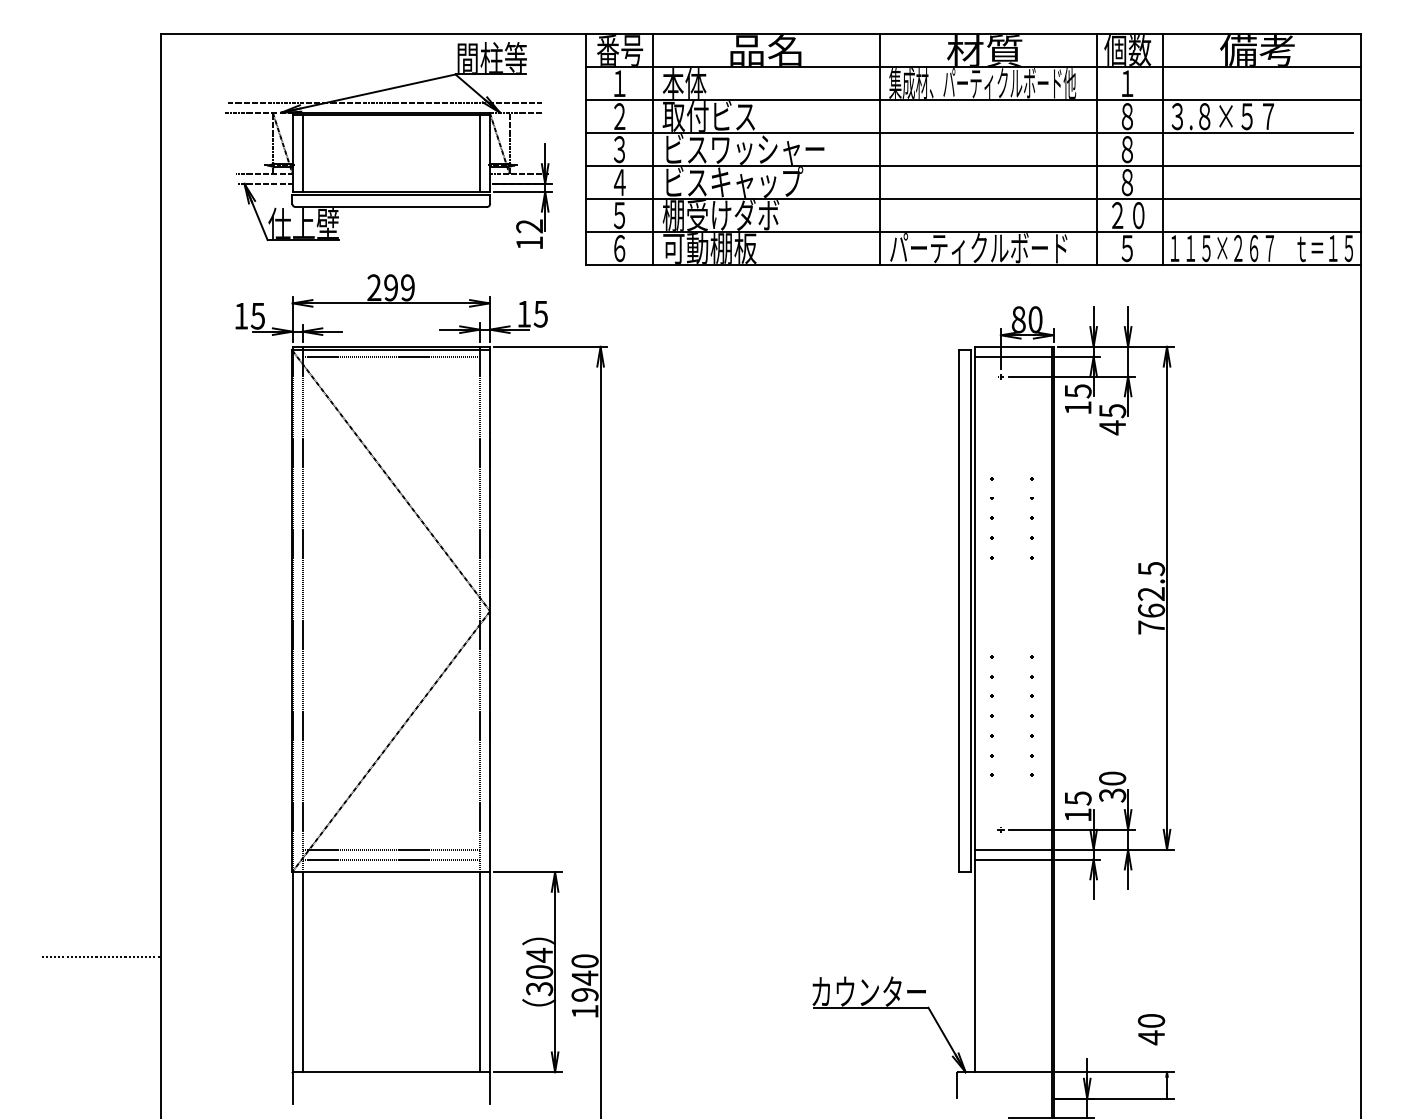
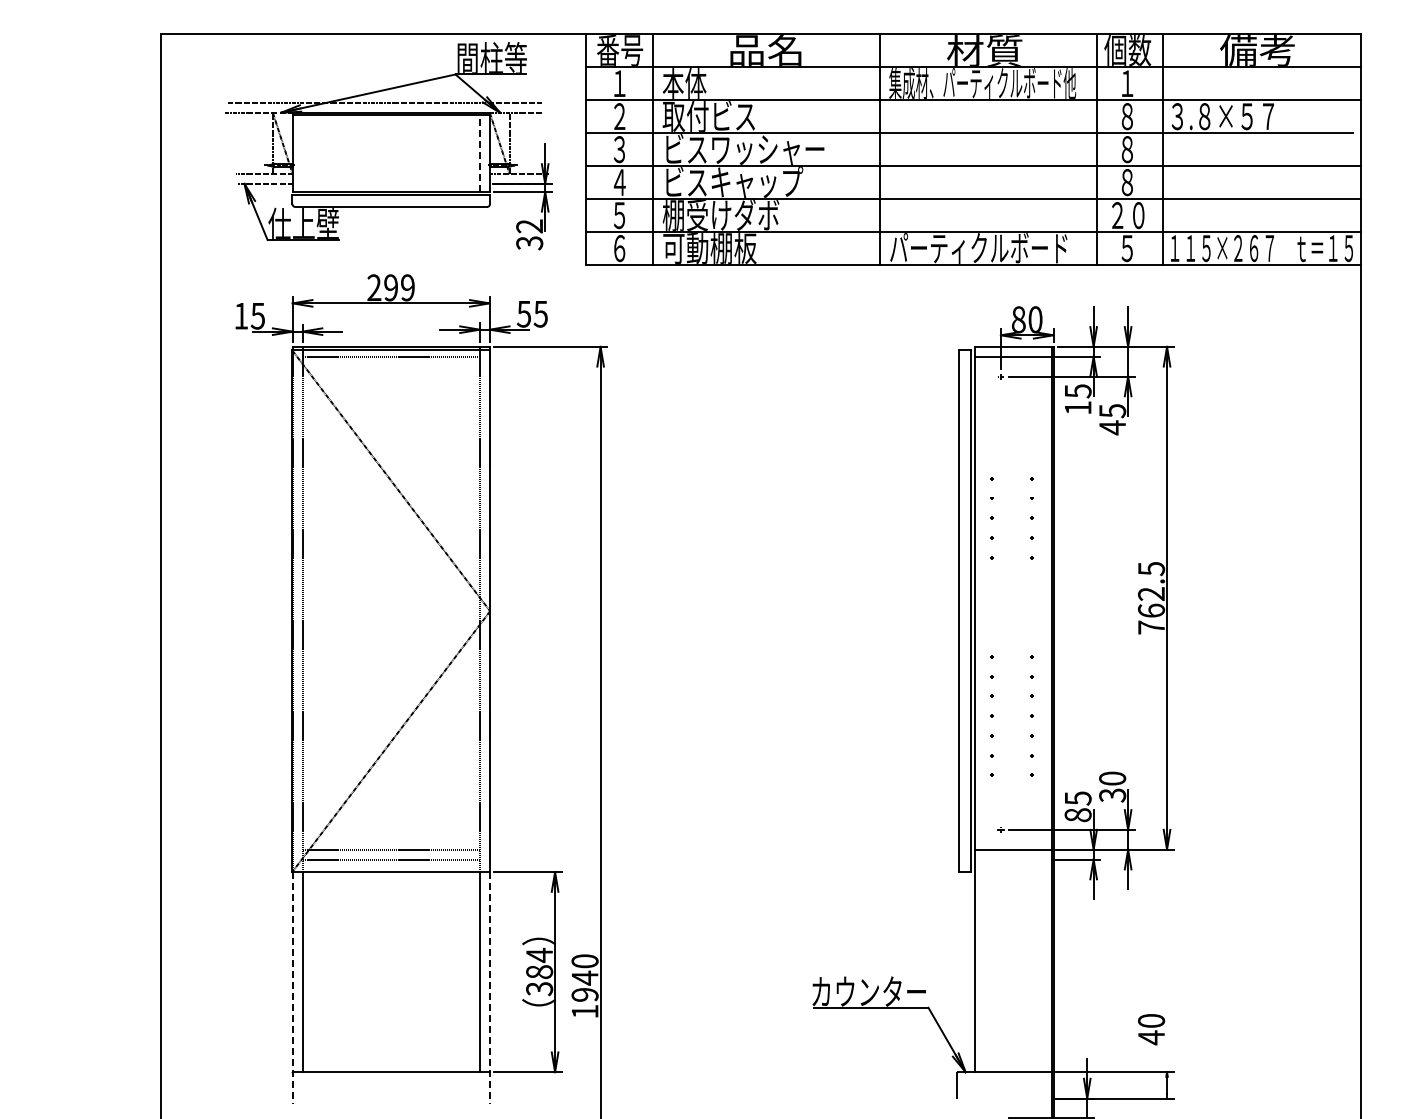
line at (302, 152): present -> none
line at (479, 153): solid -> dashed
text at (529, 243): 12 -> 32
text at (523, 314): 15 -> 55
text at (1077, 815): 15 -> 85
line at (1012, 859): present -> none
line at (101, 957): present -> none
text at (539, 971): 304 -> 384
line at (292, 988): solid -> dashed
line at (489, 988): solid -> dashed
